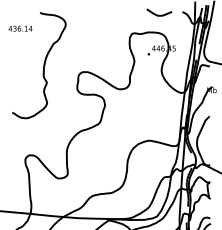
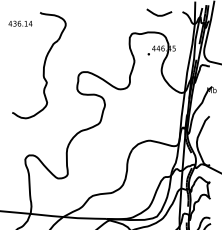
text at (20, 28) position: (20, 28) -> (20, 23)
